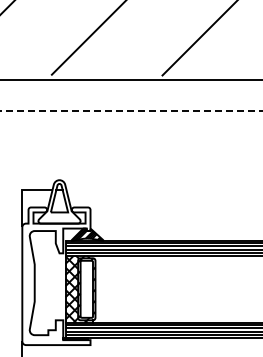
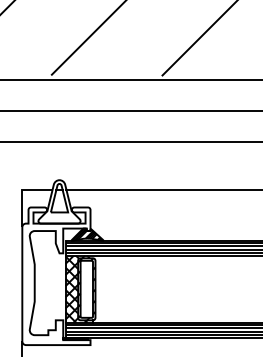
line at (130, 110): dashed -> solid
line at (130, 141): none -> present
line at (162, 189): none -> present
